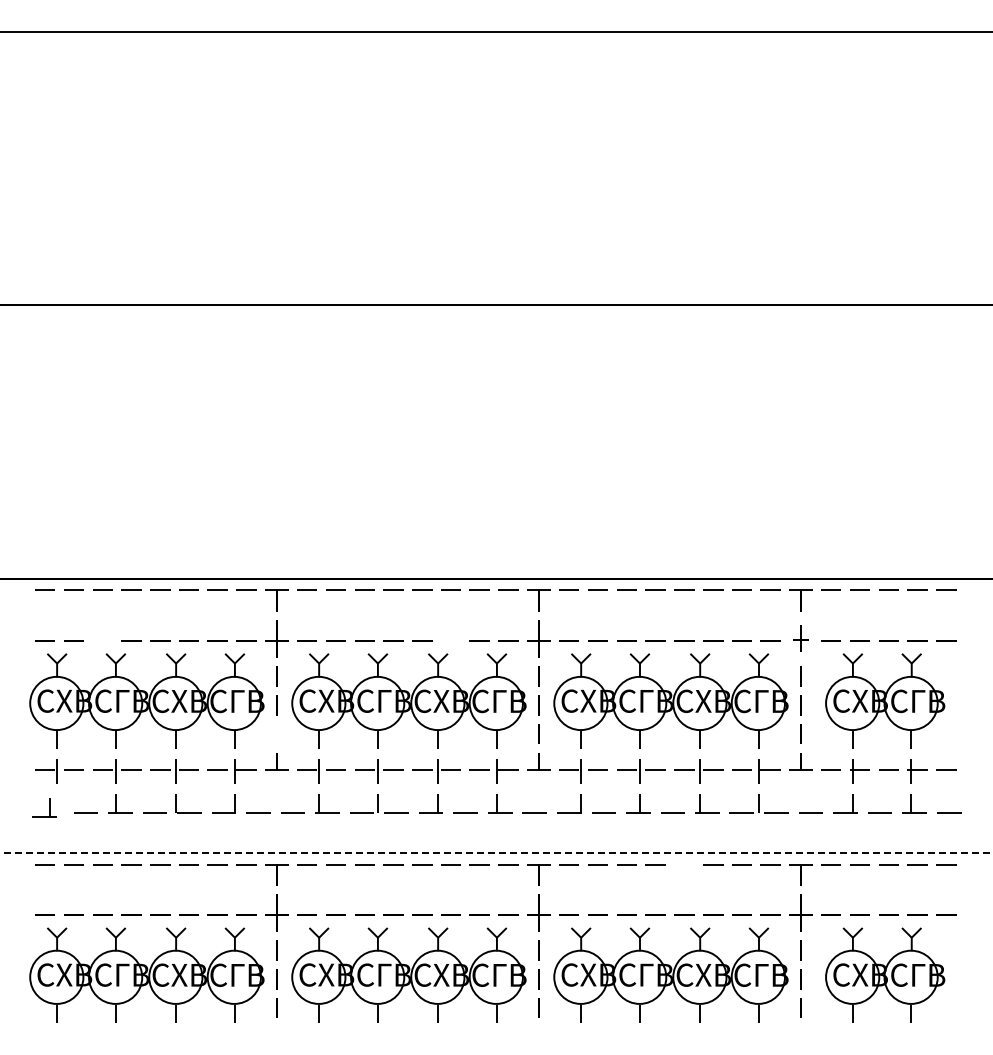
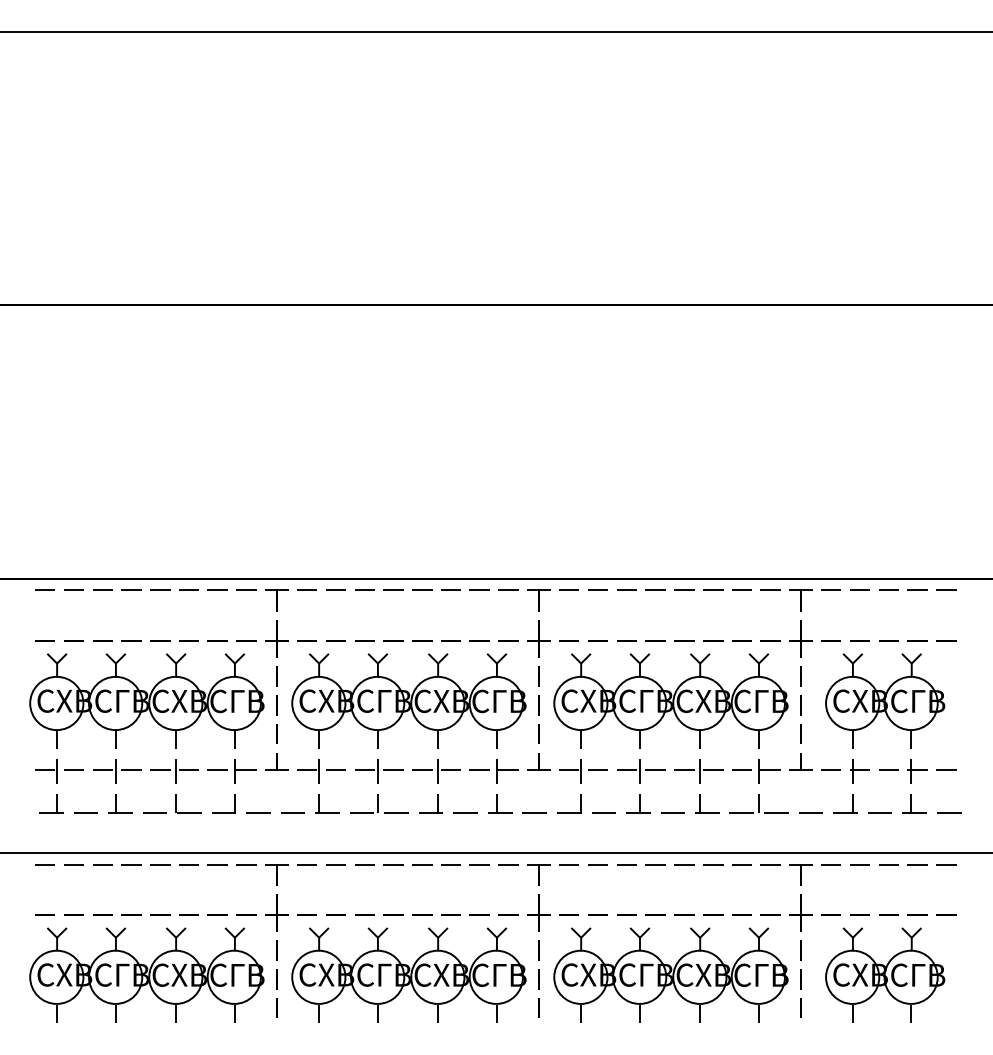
part at (800, 638) size: 16x27 px -> 24x38 px
line at (102, 640): none -> present
line at (450, 640): none -> present
line at (276, 733): none -> present
part at (44, 807) position: (44, 807) -> (51, 803)
line at (496, 853): dashed -> solid
line at (684, 864): none -> present
